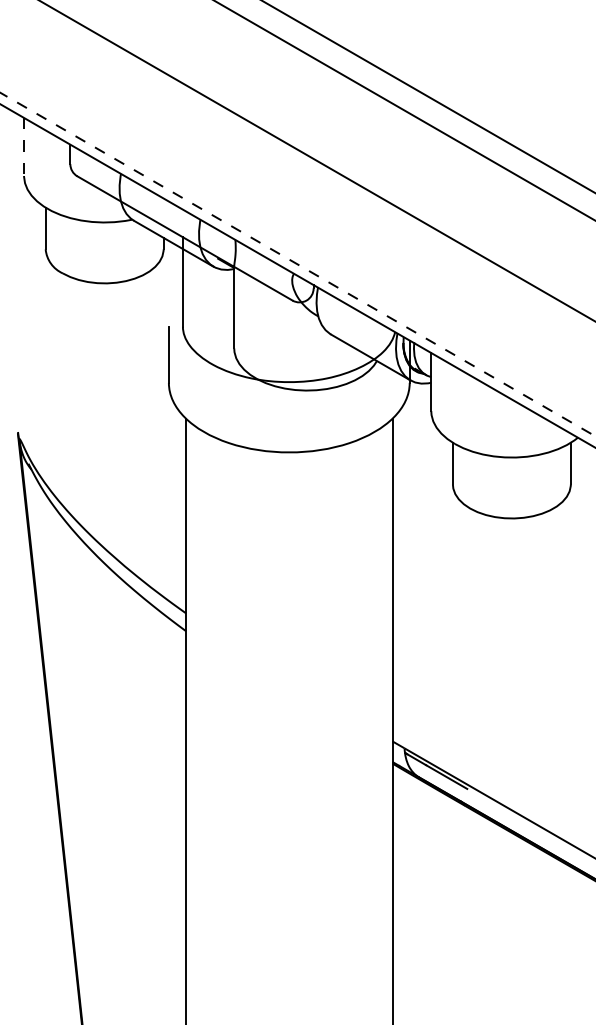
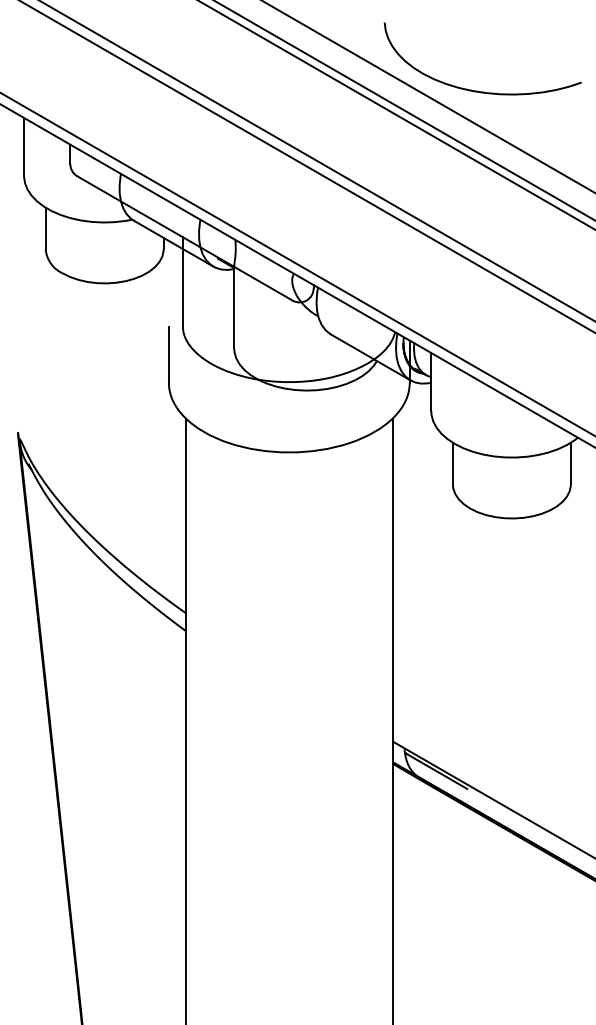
curve at (477, 90): none -> present
line at (396, 115): none -> present
line at (24, 147): dashed -> solid
line at (307, 166): none -> present
line at (298, 264): dashed -> solid
